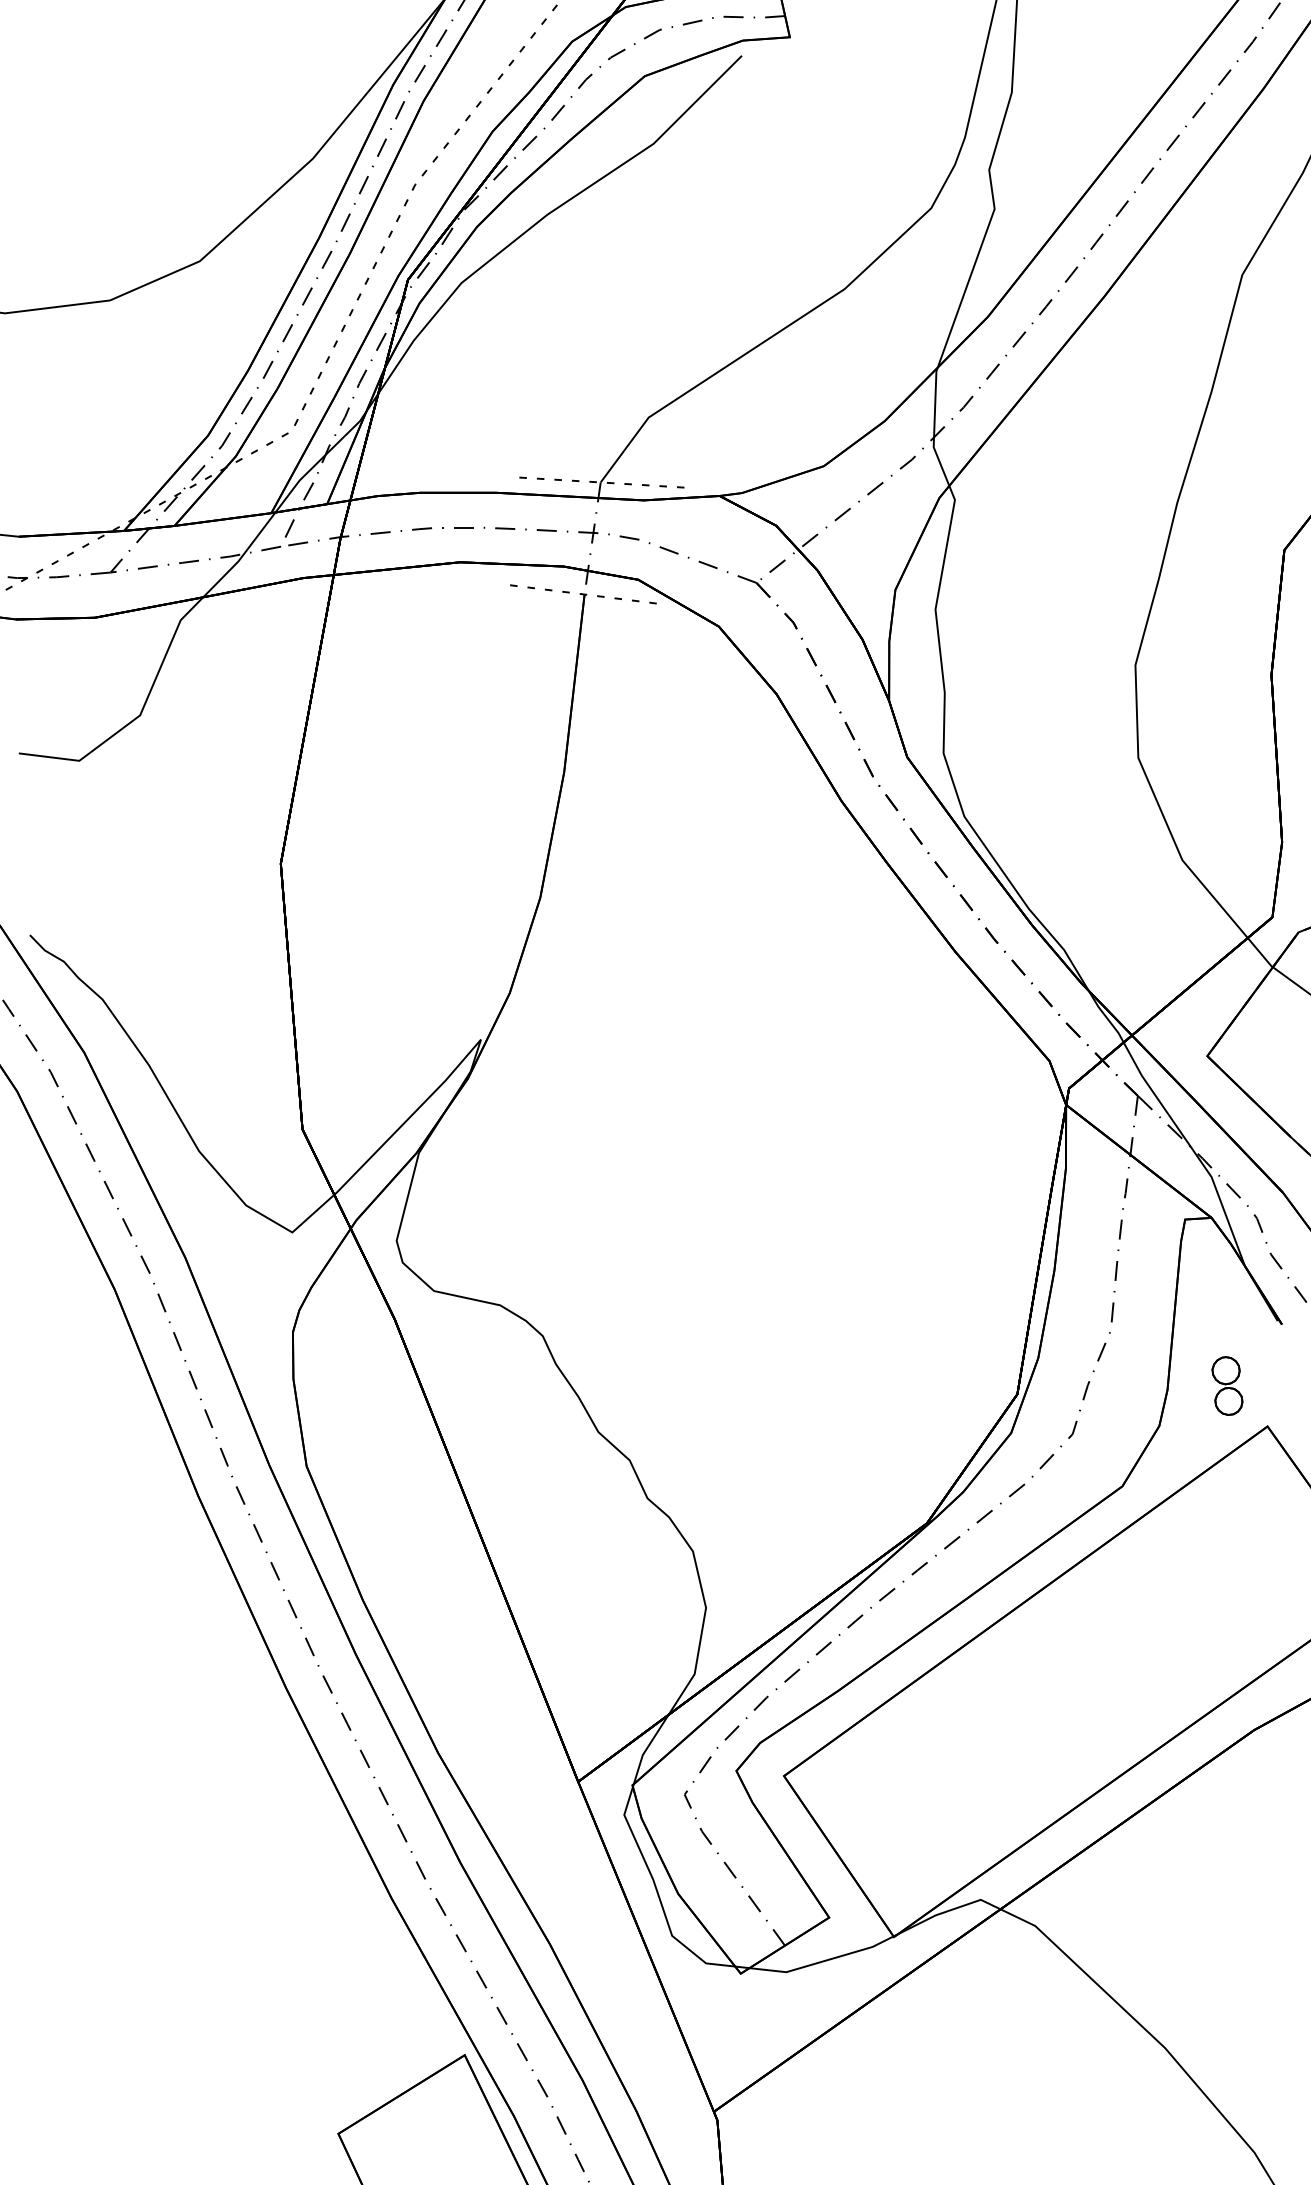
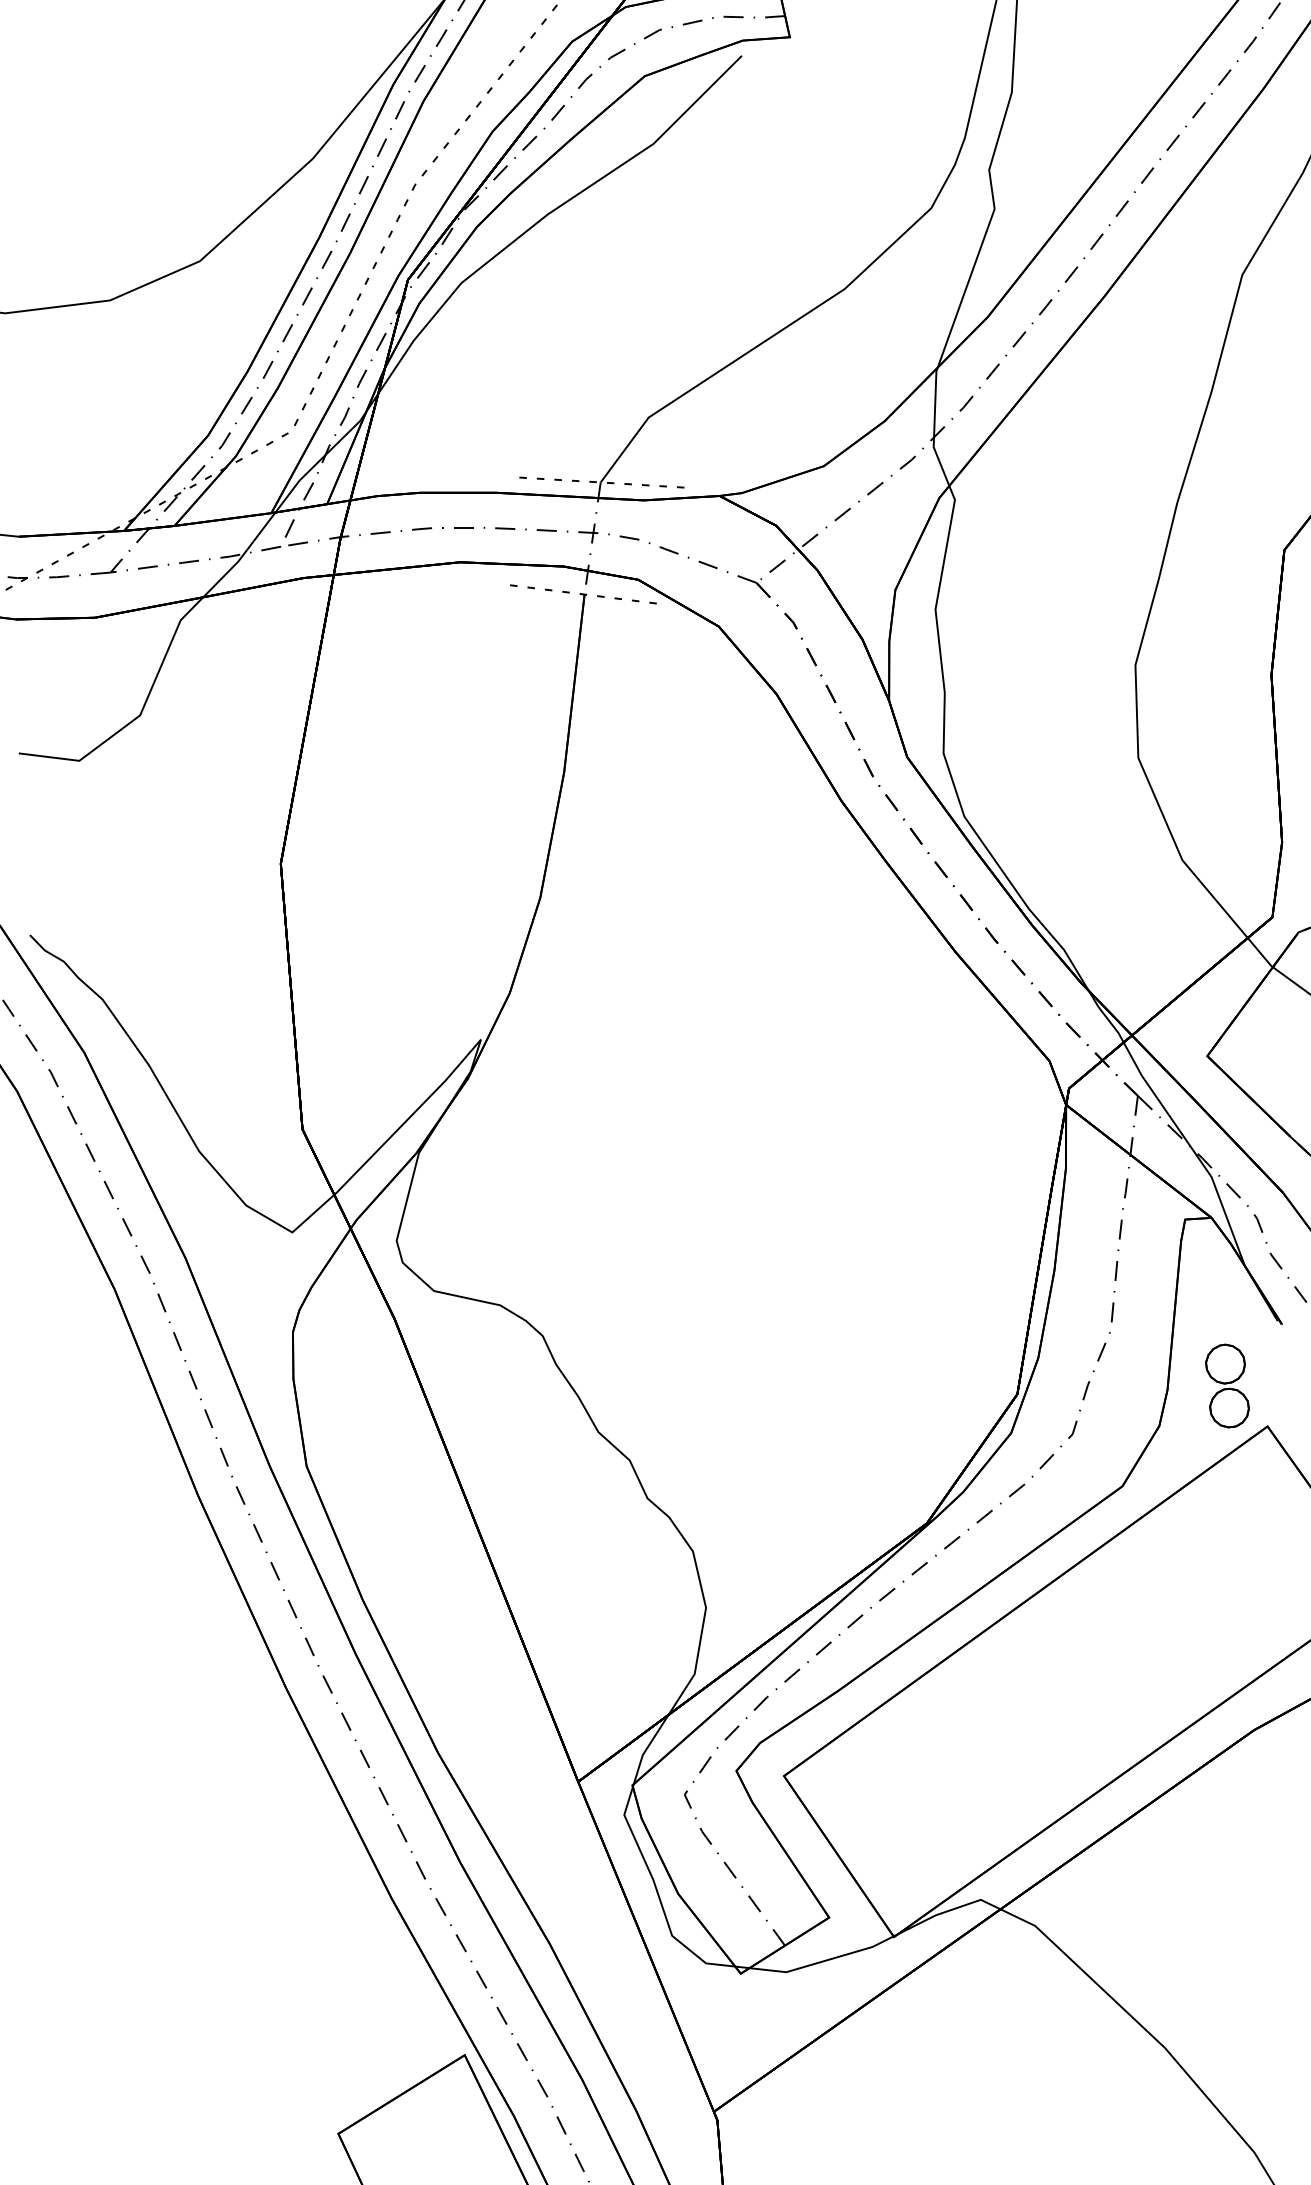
part at (1227, 1385) size: 33x60 px -> 45x86 px
